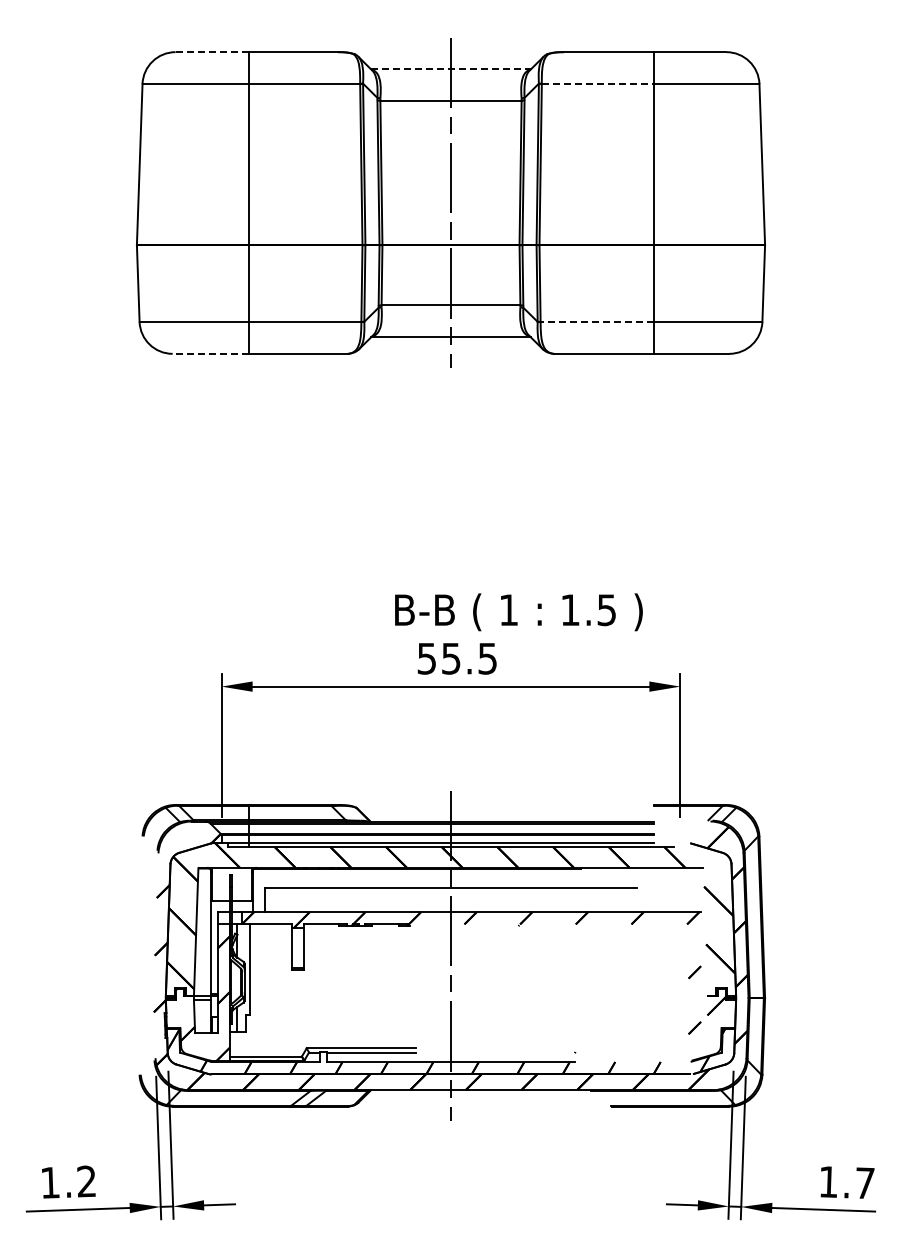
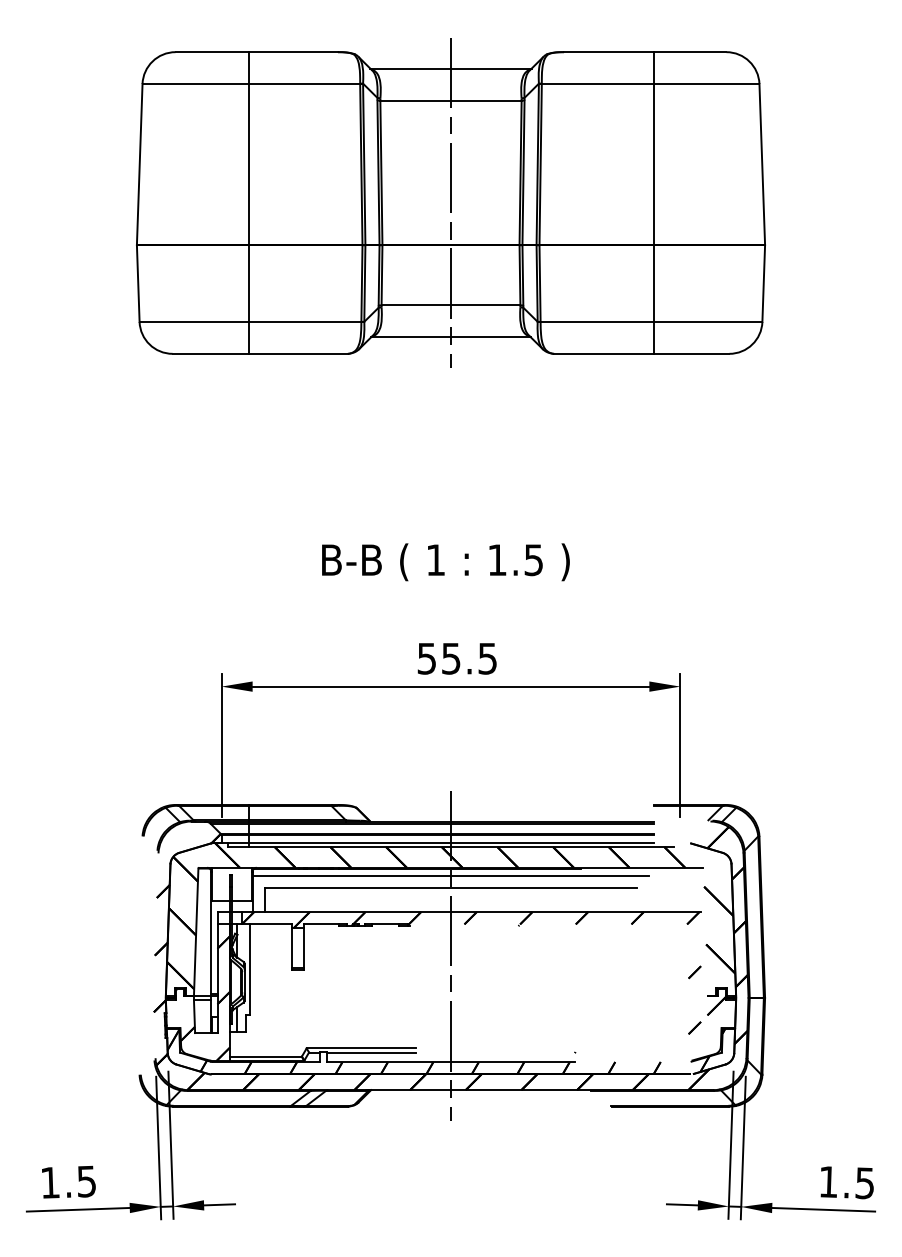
line at (212, 52): dashed -> solid
line at (451, 68): dashed -> solid
line at (597, 84): dashed -> solid
line at (596, 321): dashed -> solid
line at (210, 353): dashed -> solid
text at (518, 612) position: (518, 612) -> (445, 562)
line at (450, 876): none -> present
text at (86, 1181): 1.2 -> 1.5
text at (864, 1183): 1.7 -> 1.5
